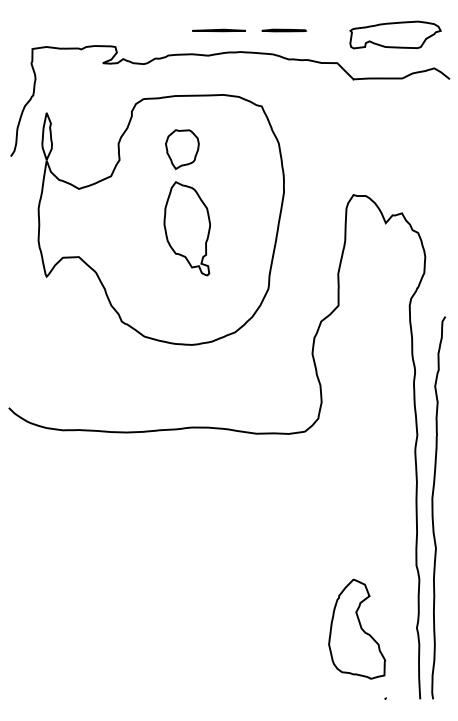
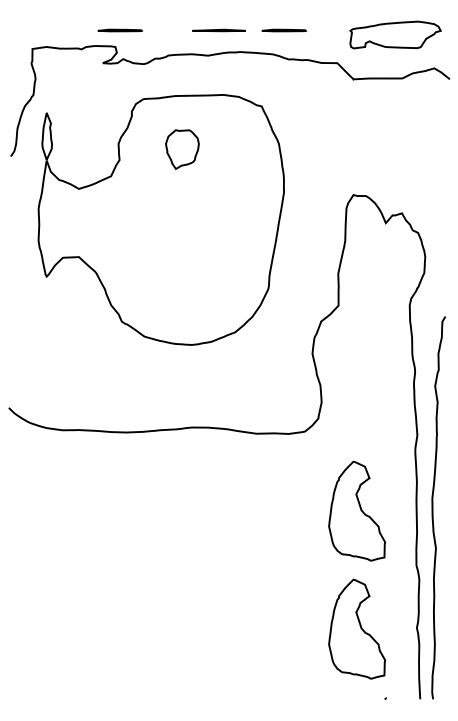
line at (120, 30): none -> present
part at (186, 228): present -> none
part at (357, 510): none -> present
